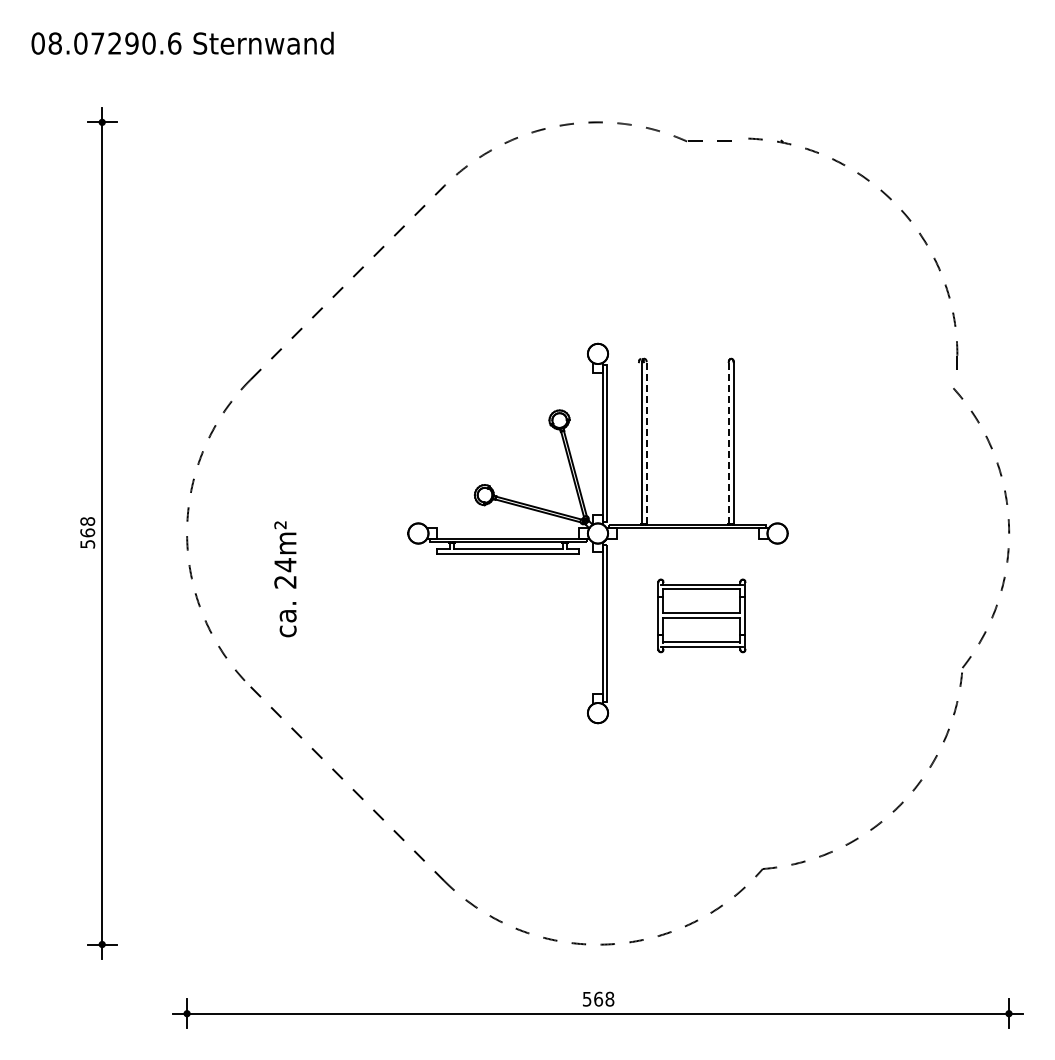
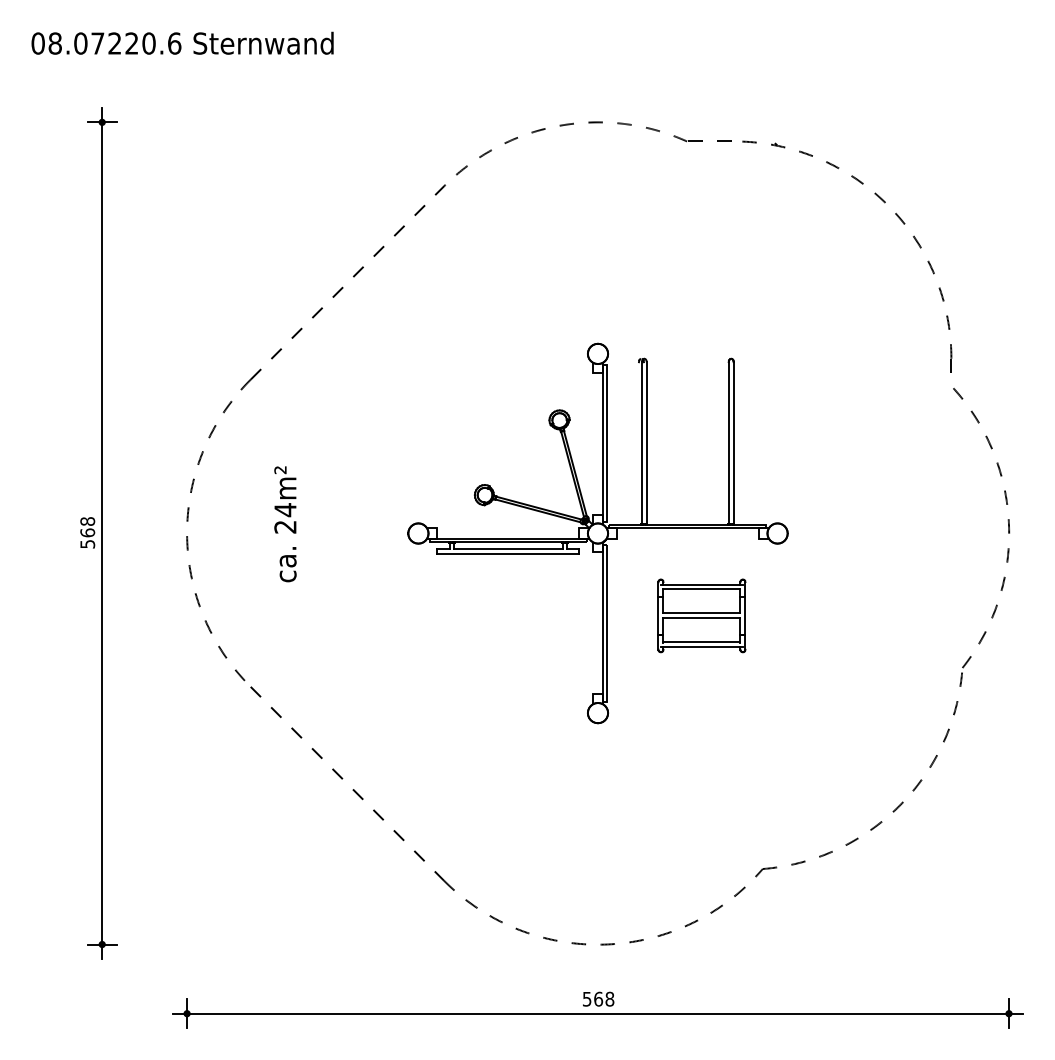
text at (131, 43): 08.07290.6 -> 08.07220.6
part at (904, 215) position: (904, 215) -> (898, 218)
line at (646, 442): dashed -> solid
line at (728, 442): dashed -> solid
text at (285, 579) position: (285, 579) -> (285, 524)
